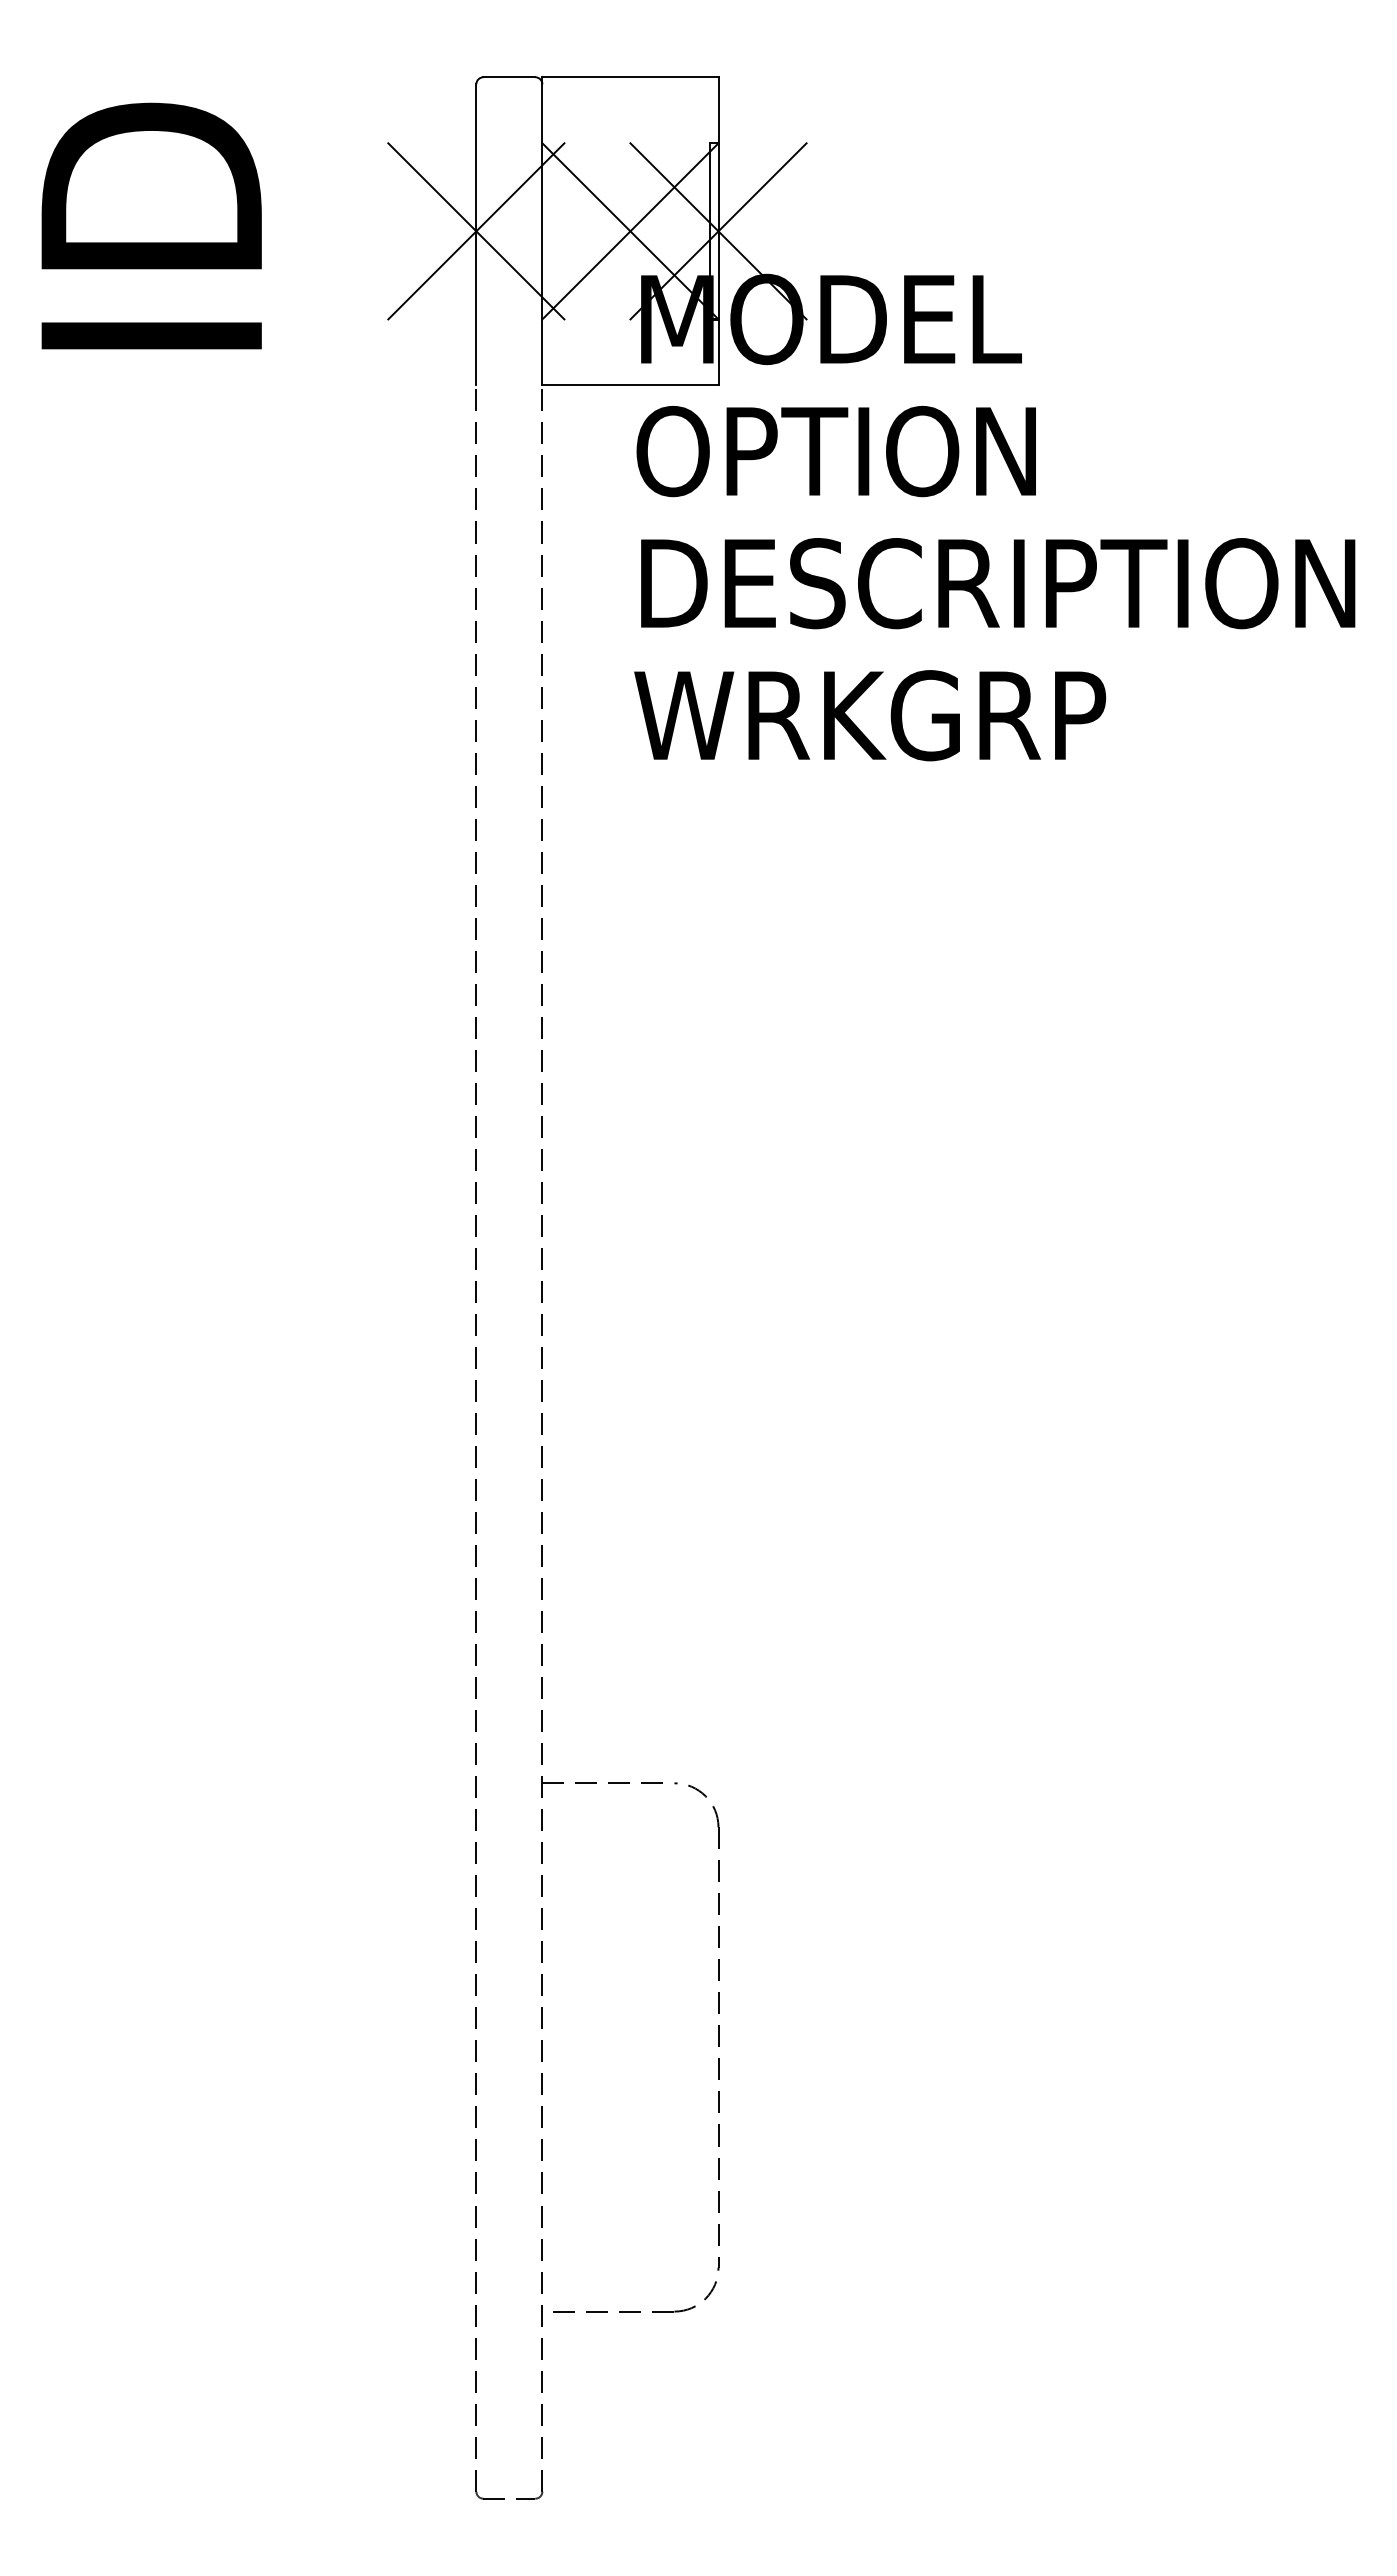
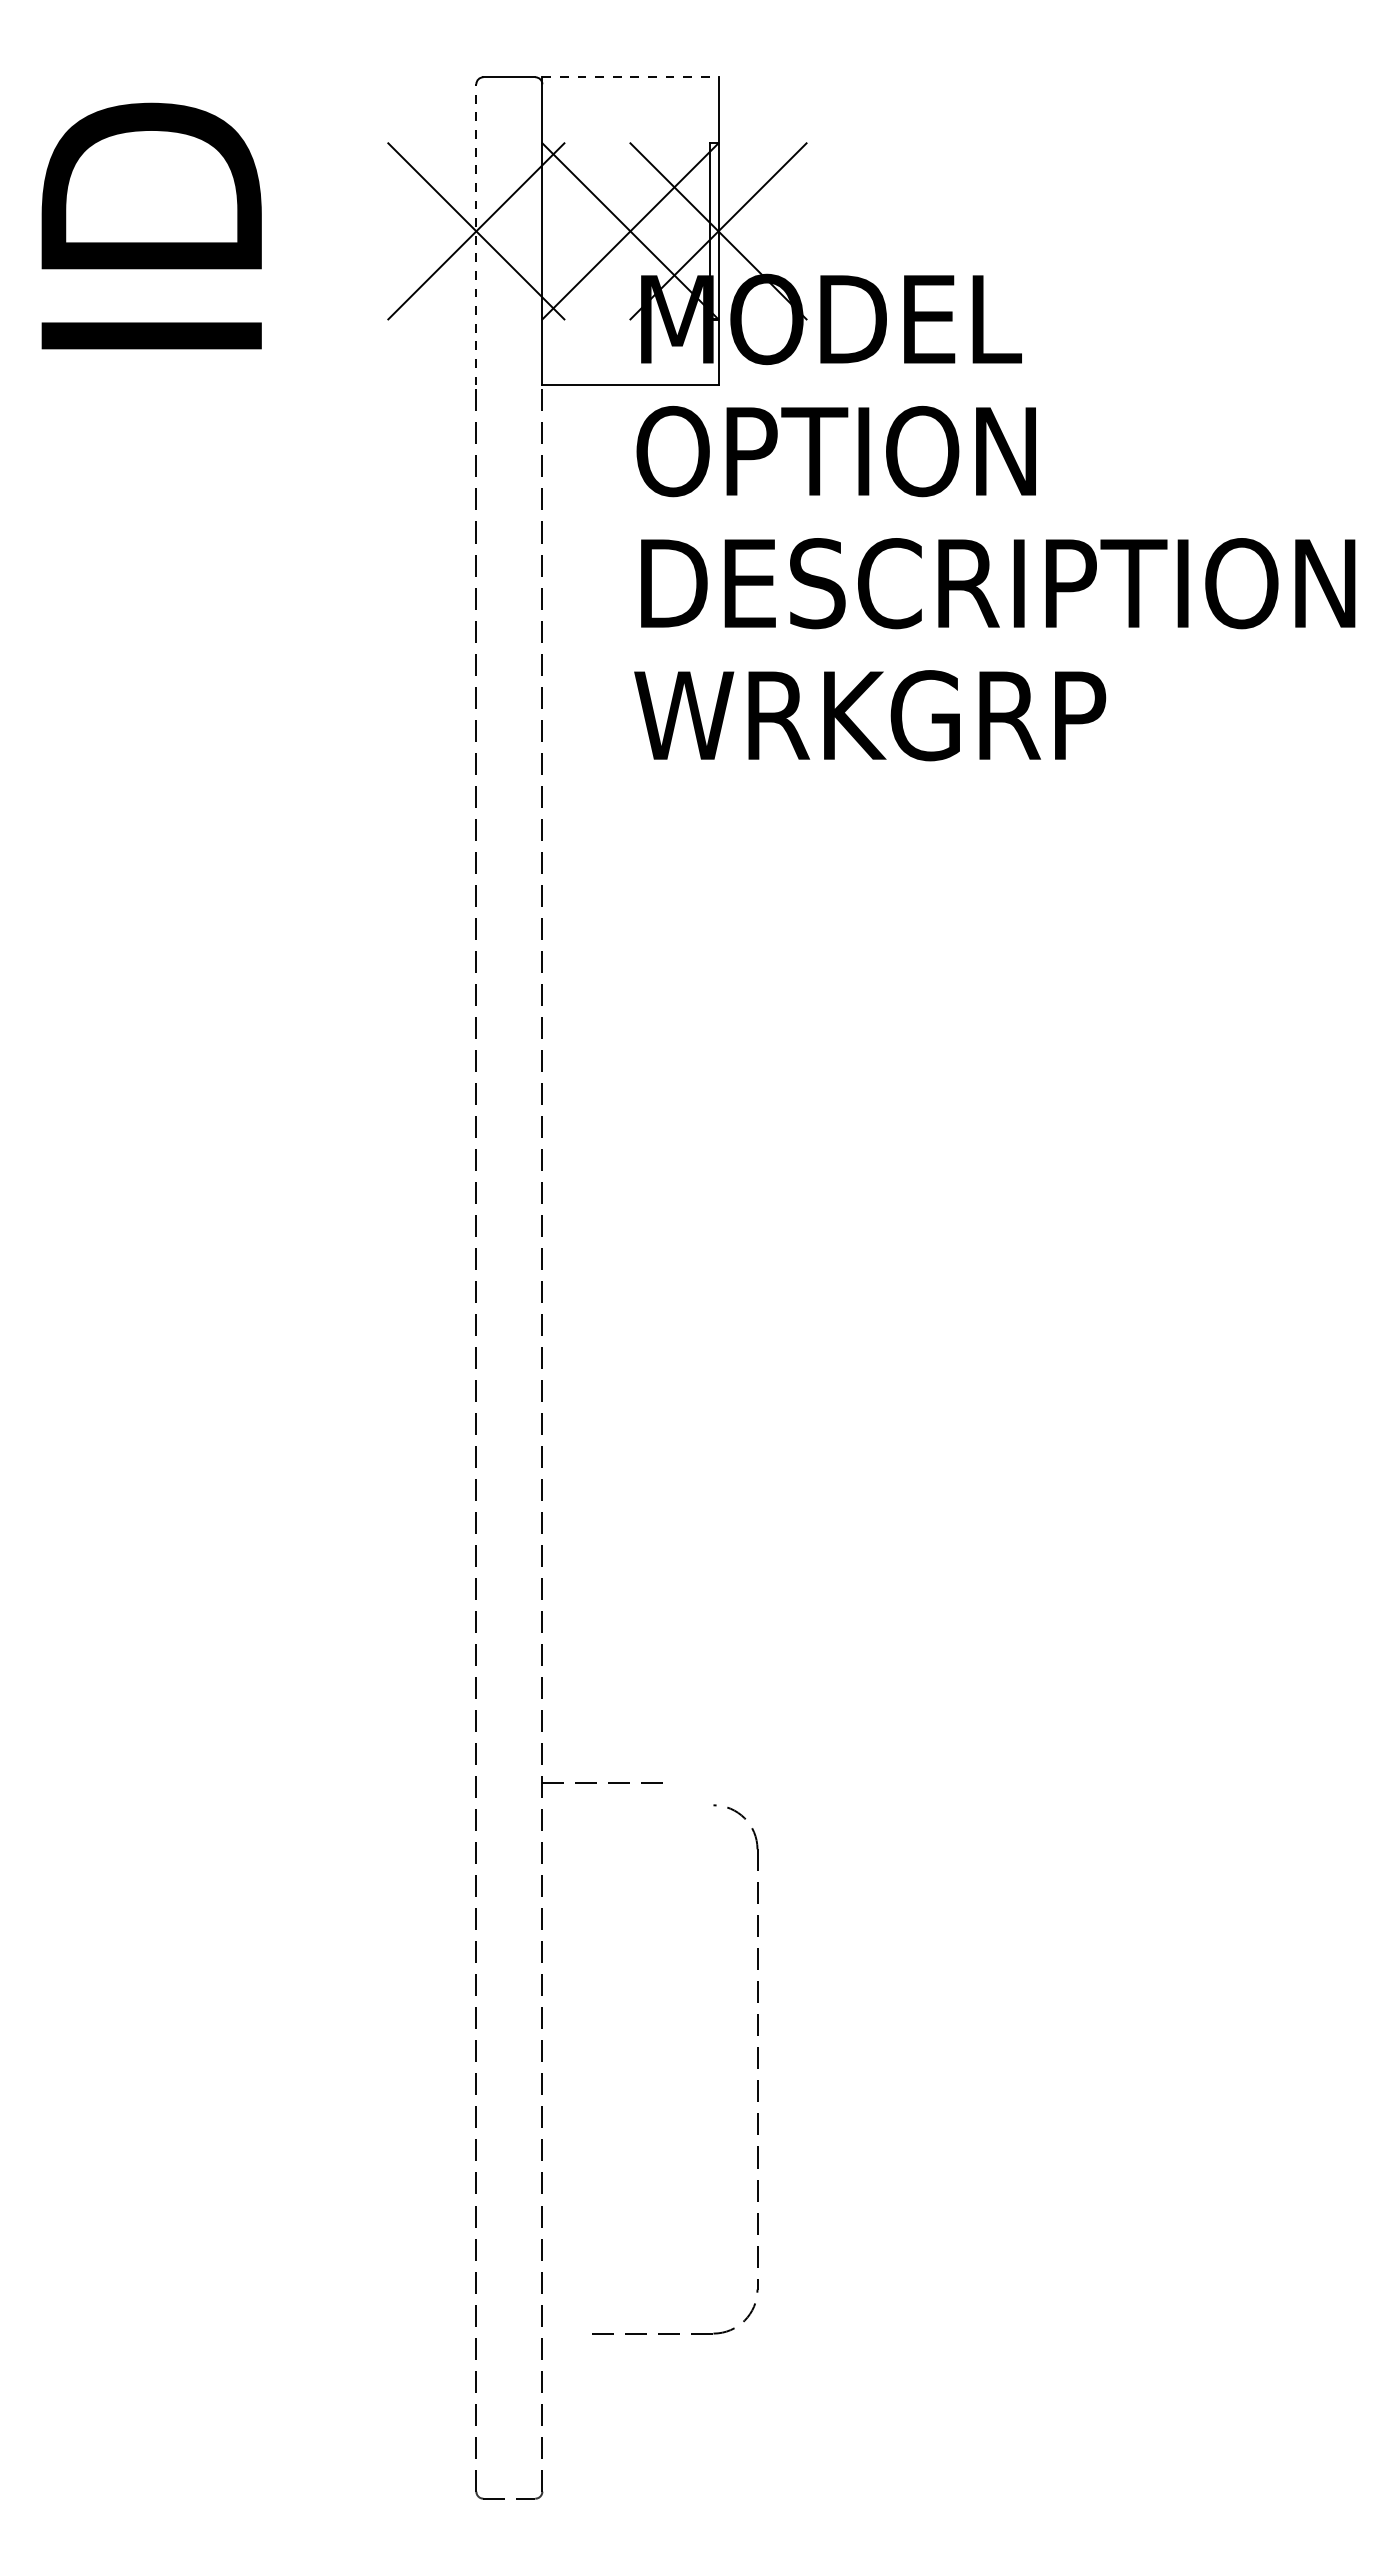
line at (630, 77): solid -> dashed
line at (476, 234): solid -> dashed
part at (718, 2046) position: (718, 2046) -> (757, 2068)
